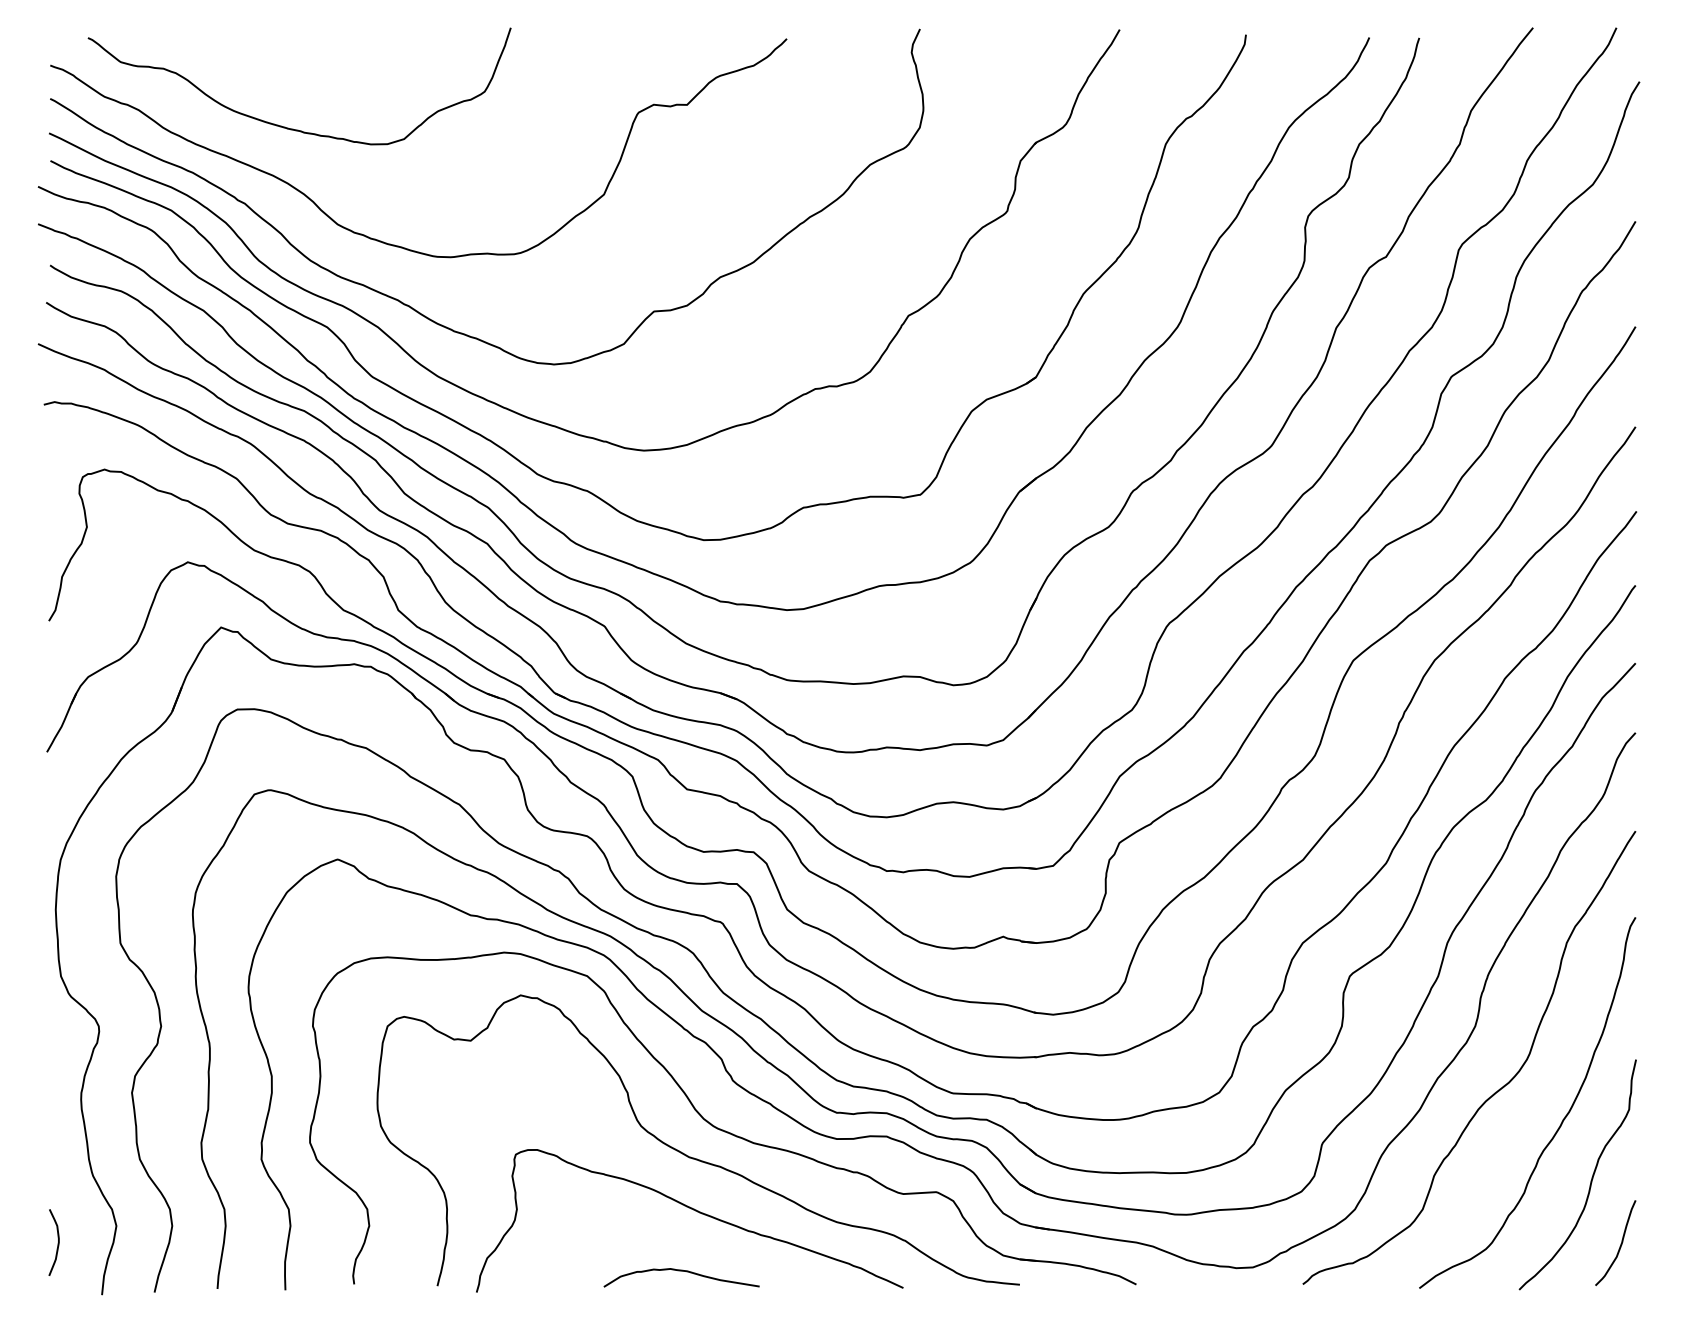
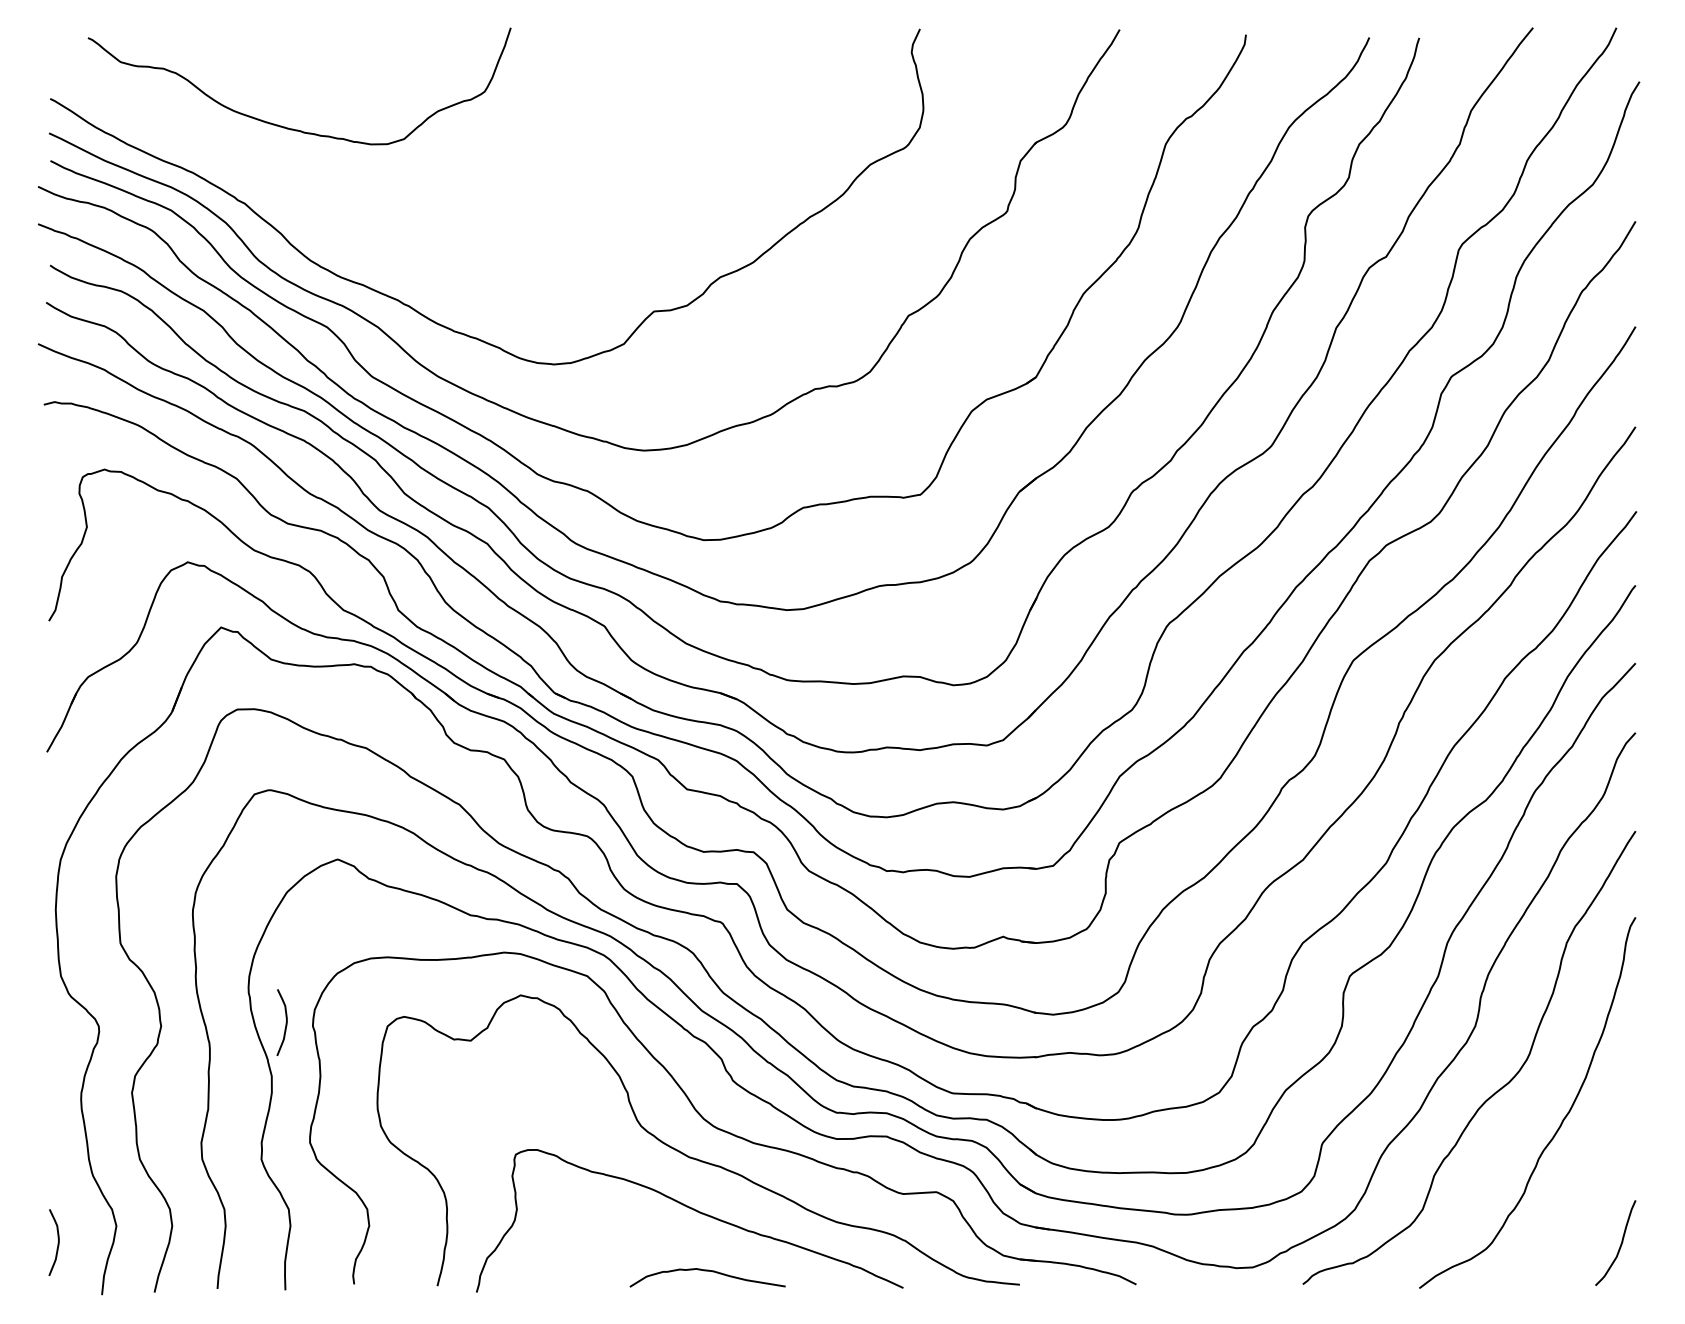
curve at (394, 244): present -> none
curve at (285, 1023): none -> present
curve at (1591, 1177): present -> none
curve at (681, 1271) position: (681, 1271) -> (707, 1271)
